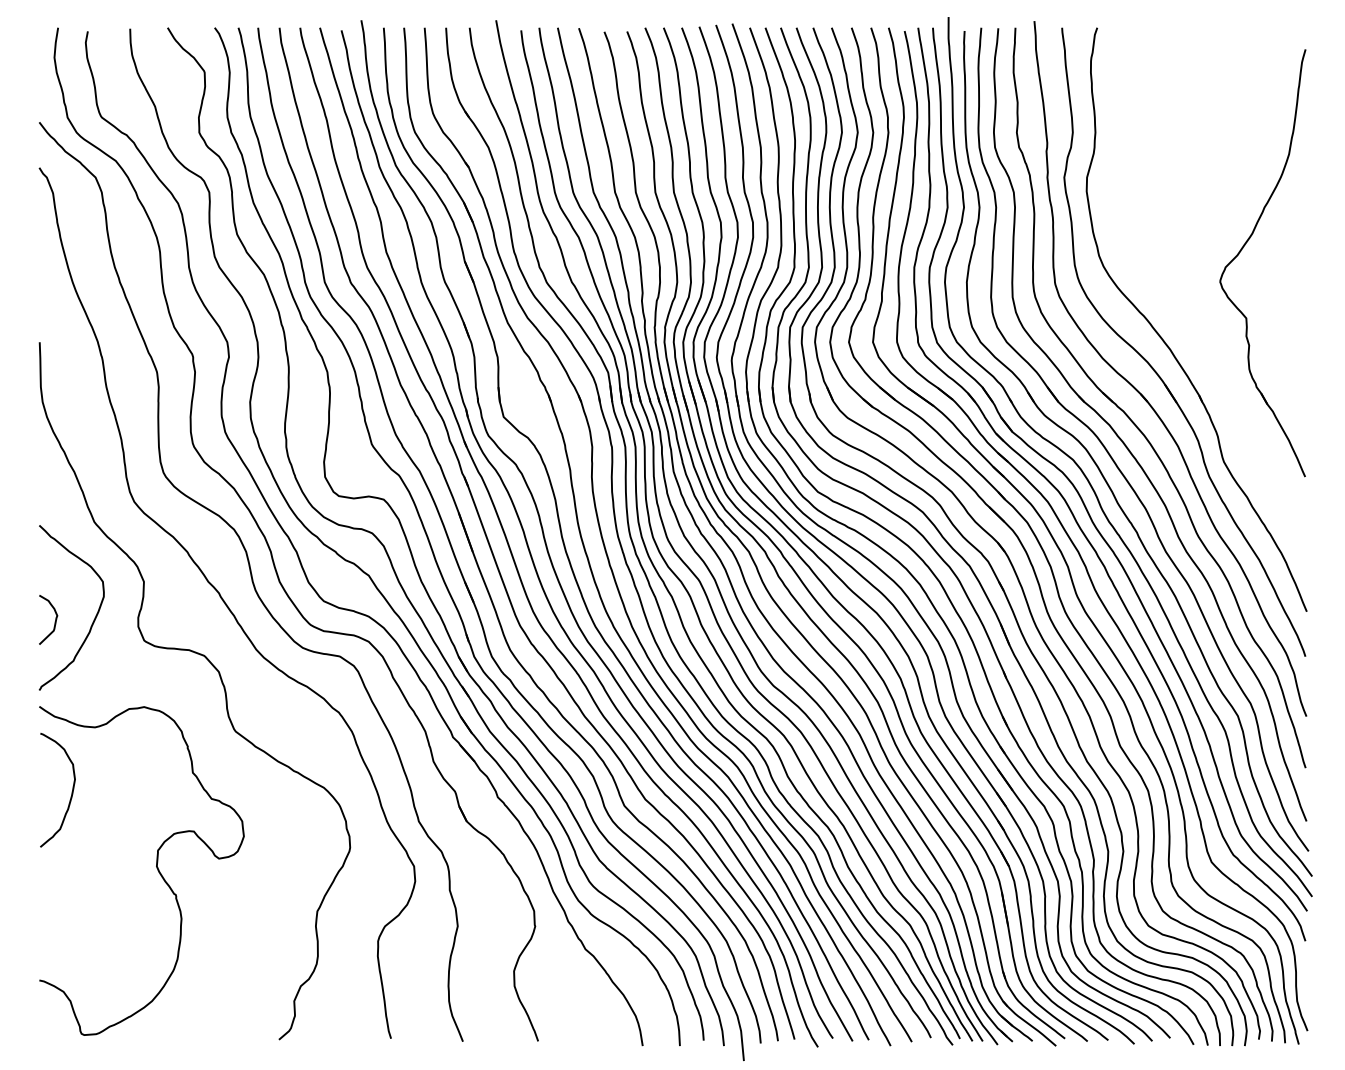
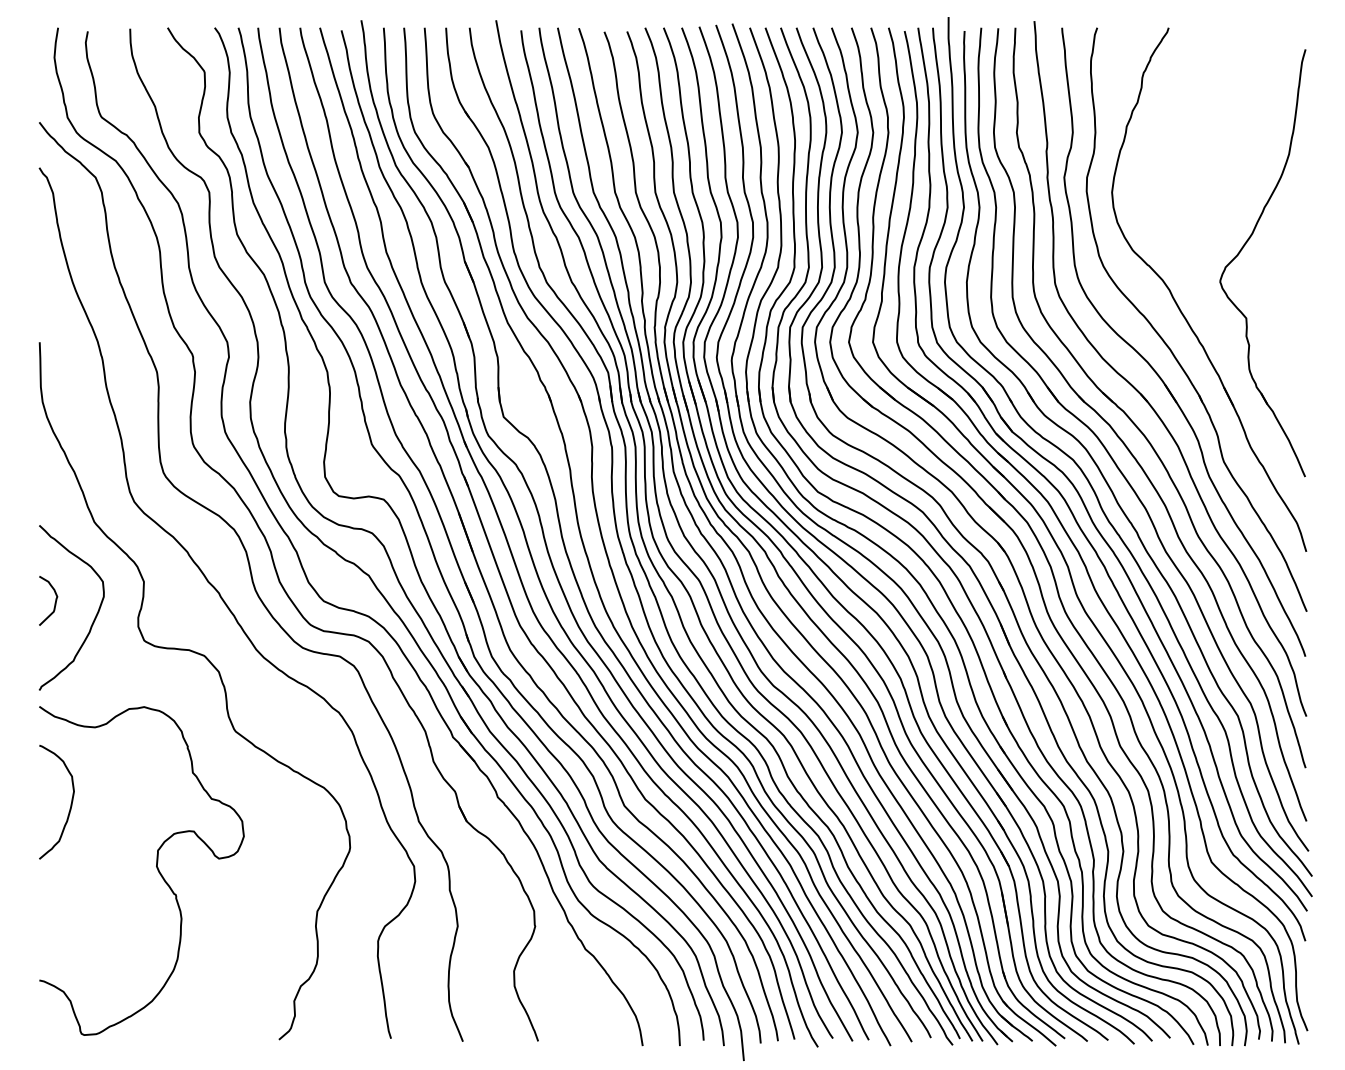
part at (1179, 306): none -> present
curve at (54, 621) position: (54, 621) -> (54, 602)
curve at (71, 791) position: (71, 791) -> (70, 803)
